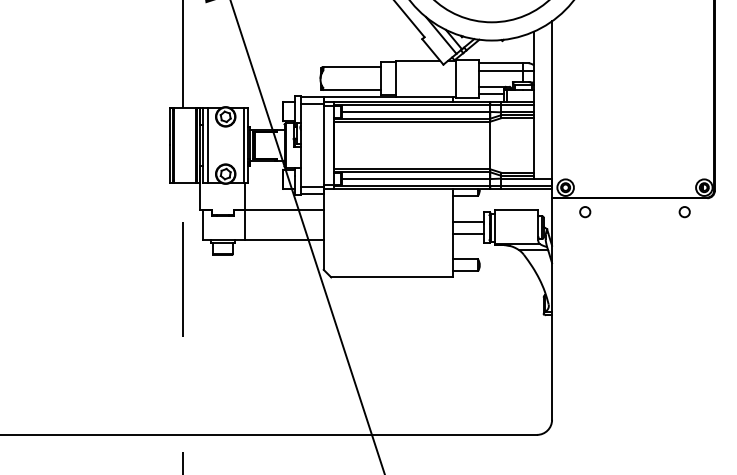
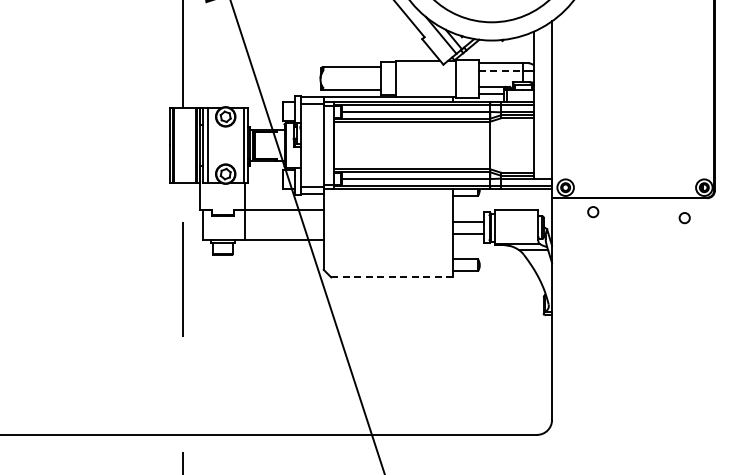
line at (500, 70): solid -> dashed
circle at (585, 212) position: (585, 212) -> (593, 212)
circle at (684, 212) position: (684, 212) -> (684, 218)
line at (392, 277): solid -> dashed
